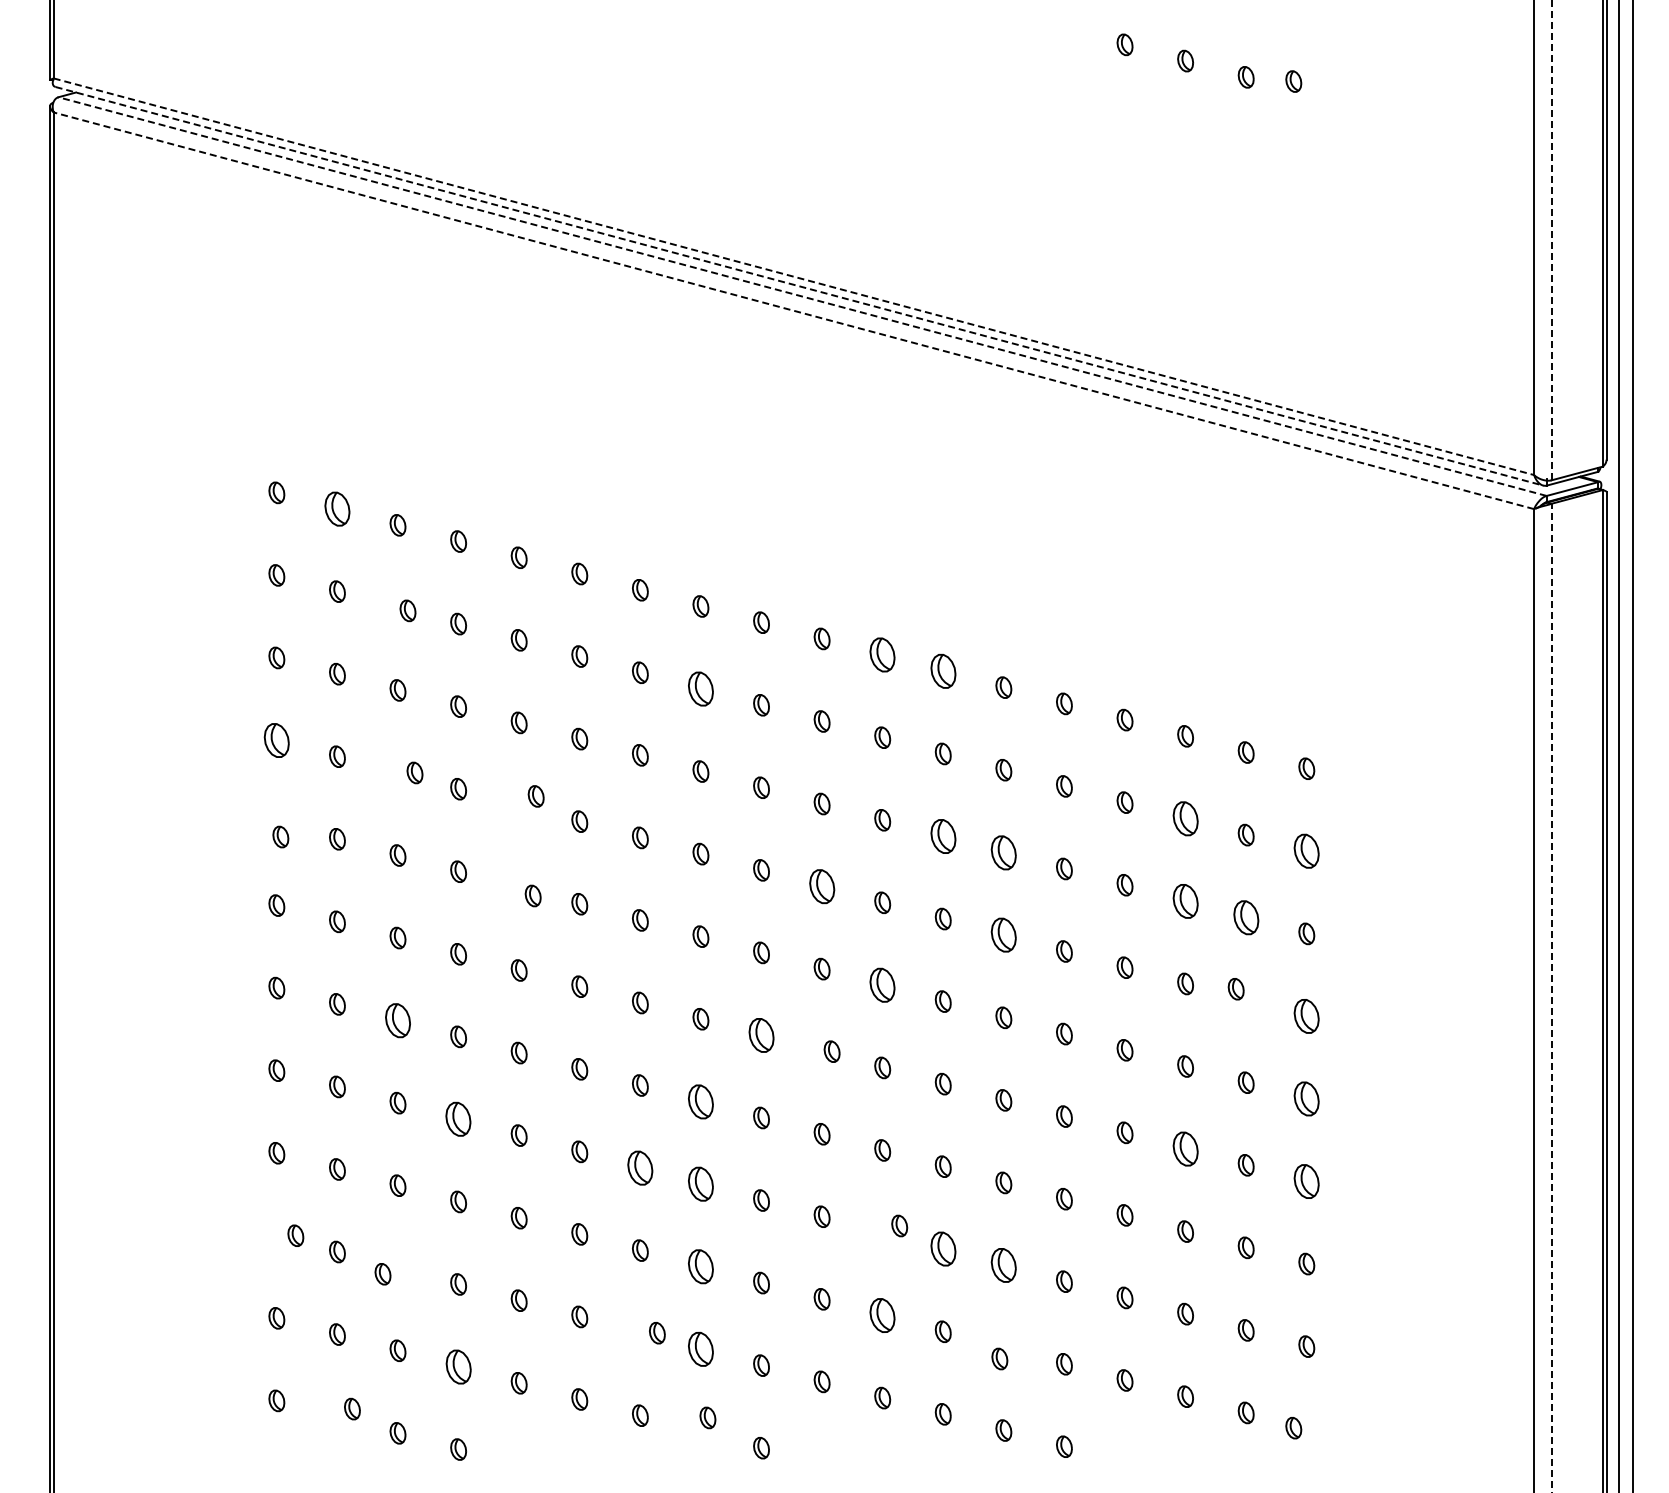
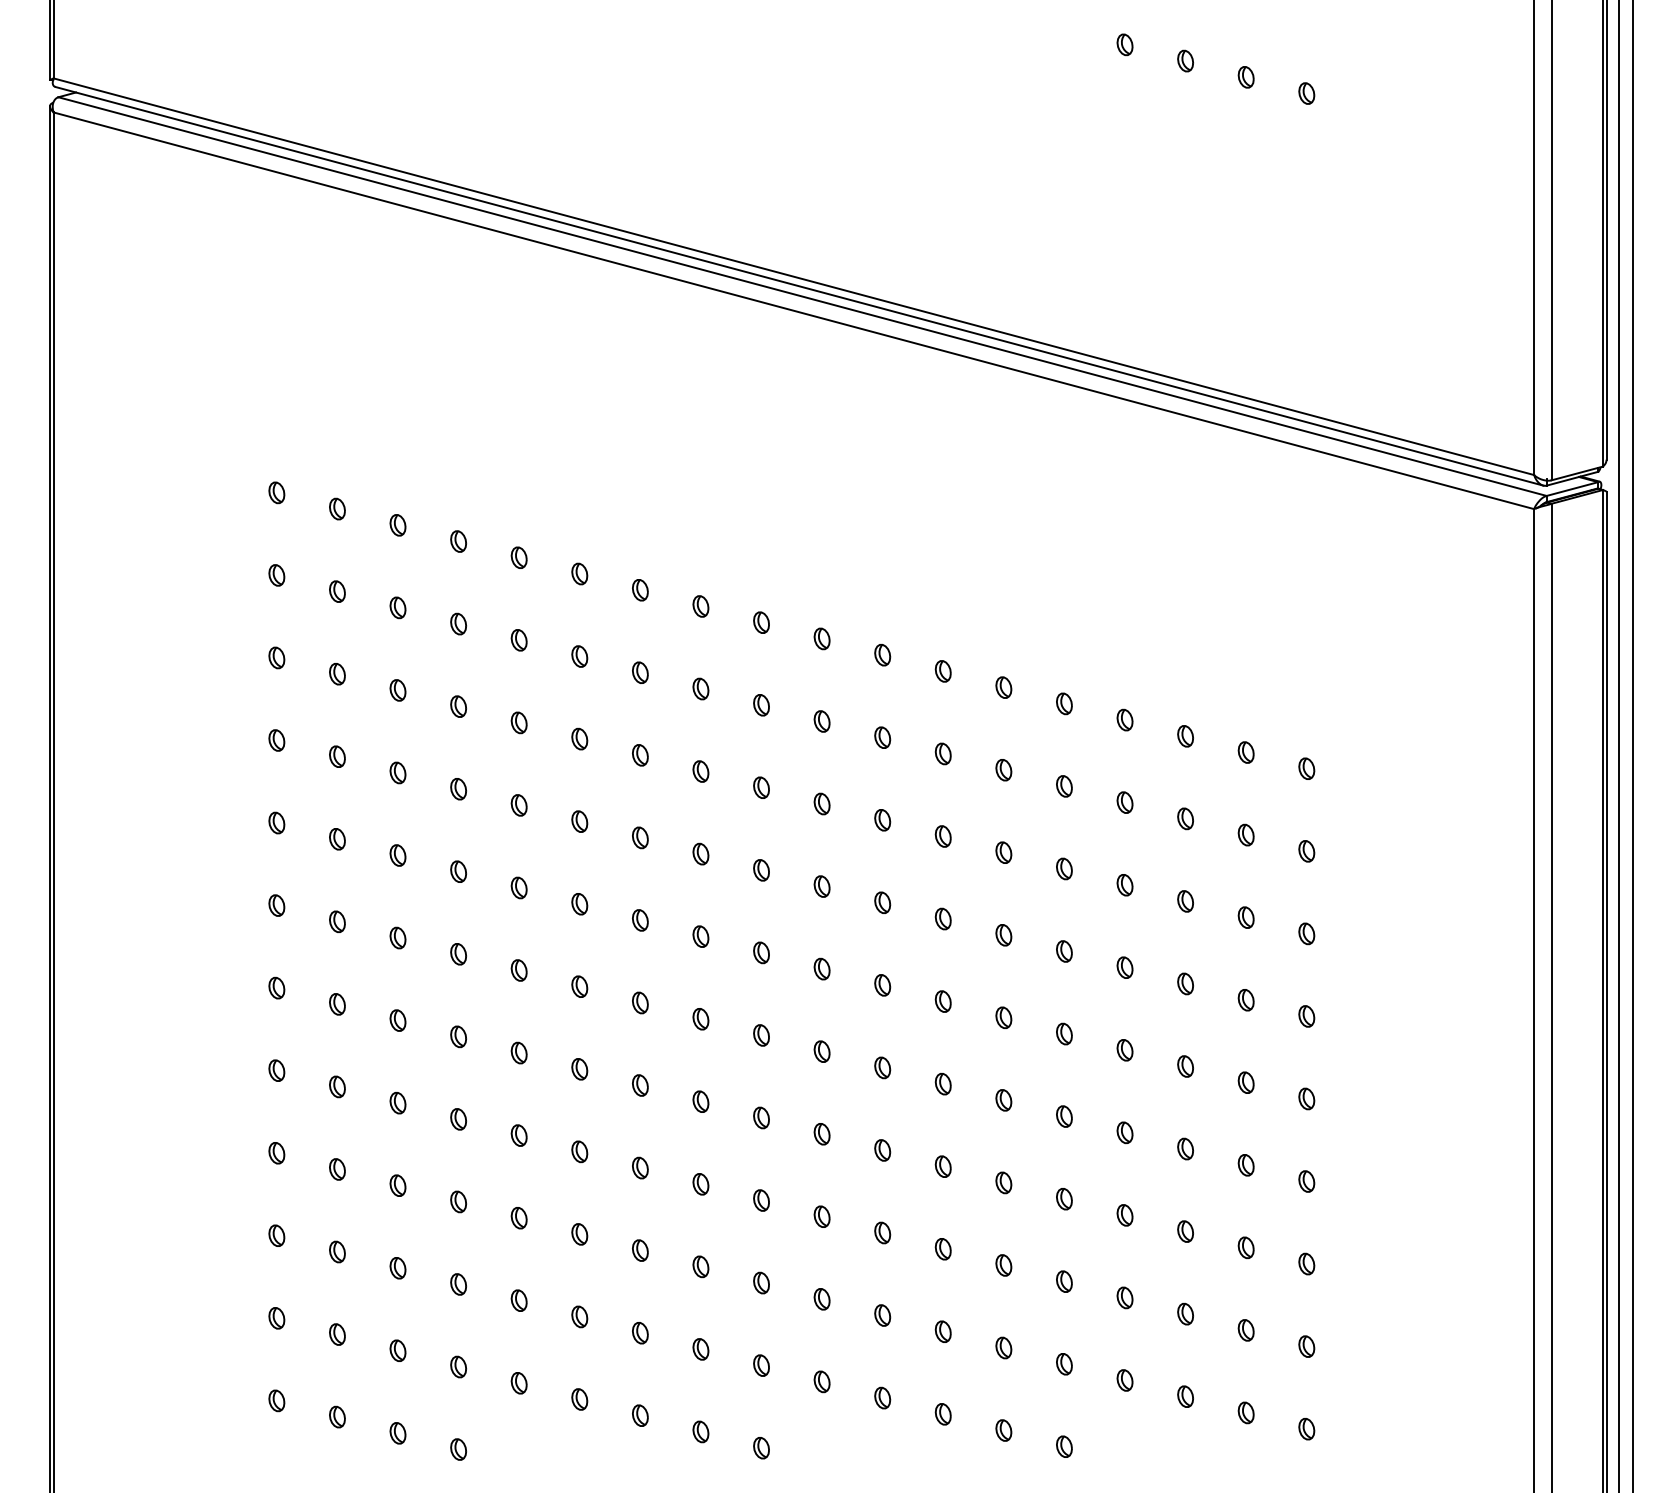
part at (1293, 81) position: (1293, 81) -> (1306, 93)
line at (1551, 240): dashed -> solid
line at (794, 276): dashed -> solid
line at (800, 286): dashed -> solid
line at (802, 296): dashed -> solid
line at (793, 310): dashed -> solid
part at (337, 508) size: 27x36 px -> 17x24 px
part at (407, 610) position: (407, 610) -> (397, 607)
part at (882, 654) size: 27x36 px -> 18x23 px
part at (943, 670) size: 27x36 px -> 18x23 px
part at (700, 688) size: 26x36 px -> 18x24 px
part at (276, 740) size: 27x35 px -> 18x23 px
part at (414, 772) position: (414, 772) -> (397, 772)
part at (535, 796) position: (535, 796) -> (518, 805)
part at (1185, 818) size: 27x36 px -> 17x24 px
part at (280, 836) position: (280, 836) -> (276, 822)
part at (943, 836) size: 27x35 px -> 18x23 px
part at (1306, 850) size: 27x36 px -> 18x23 px
part at (1003, 852) size: 27x36 px -> 18x23 px
part at (822, 886) size: 27x36 px -> 18x23 px
part at (532, 895) position: (532, 895) -> (518, 887)
part at (1185, 901) size: 27x35 px -> 17x23 px
part at (1246, 917) size: 27x36 px -> 18x23 px
part at (1003, 934) size: 27x36 px -> 18x23 px
part at (882, 984) size: 27x36 px -> 18x23 px
part at (1235, 989) position: (1235, 989) -> (1245, 1000)
line at (1551, 997): dashed -> solid
part at (1306, 1016) size: 27x35 px -> 18x23 px
part at (397, 1020) size: 26x36 px -> 18x23 px
part at (761, 1035) size: 27x35 px -> 17x23 px
part at (831, 1051) position: (831, 1051) -> (821, 1051)
part at (1306, 1098) size: 27x36 px -> 18x24 px
part at (700, 1101) size: 26x36 px -> 18x23 px
part at (458, 1118) size: 27x36 px -> 18x23 px
part at (1185, 1148) size: 27x36 px -> 17x24 px
part at (640, 1167) size: 27x36 px -> 17x24 px
part at (1306, 1181) size: 27x35 px -> 18x23 px
part at (700, 1183) size: 26x36 px -> 18x23 px
part at (899, 1225) position: (899, 1225) -> (882, 1232)
part at (295, 1235) position: (295, 1235) -> (276, 1235)
part at (943, 1248) size: 27x36 px -> 18x23 px
part at (1003, 1265) size: 27x35 px -> 18x23 px
part at (700, 1266) size: 26x36 px -> 18x24 px
part at (382, 1274) position: (382, 1274) -> (397, 1268)
part at (882, 1315) size: 27x35 px -> 18x23 px
part at (657, 1333) position: (657, 1333) -> (640, 1333)
part at (700, 1348) size: 26x36 px -> 18x23 px
part at (999, 1358) position: (999, 1358) -> (1003, 1347)
part at (458, 1366) size: 27x36 px -> 17x24 px
part at (352, 1408) position: (352, 1408) -> (337, 1416)
part at (707, 1417) position: (707, 1417) -> (700, 1431)
part at (1293, 1428) position: (1293, 1428) -> (1306, 1429)
